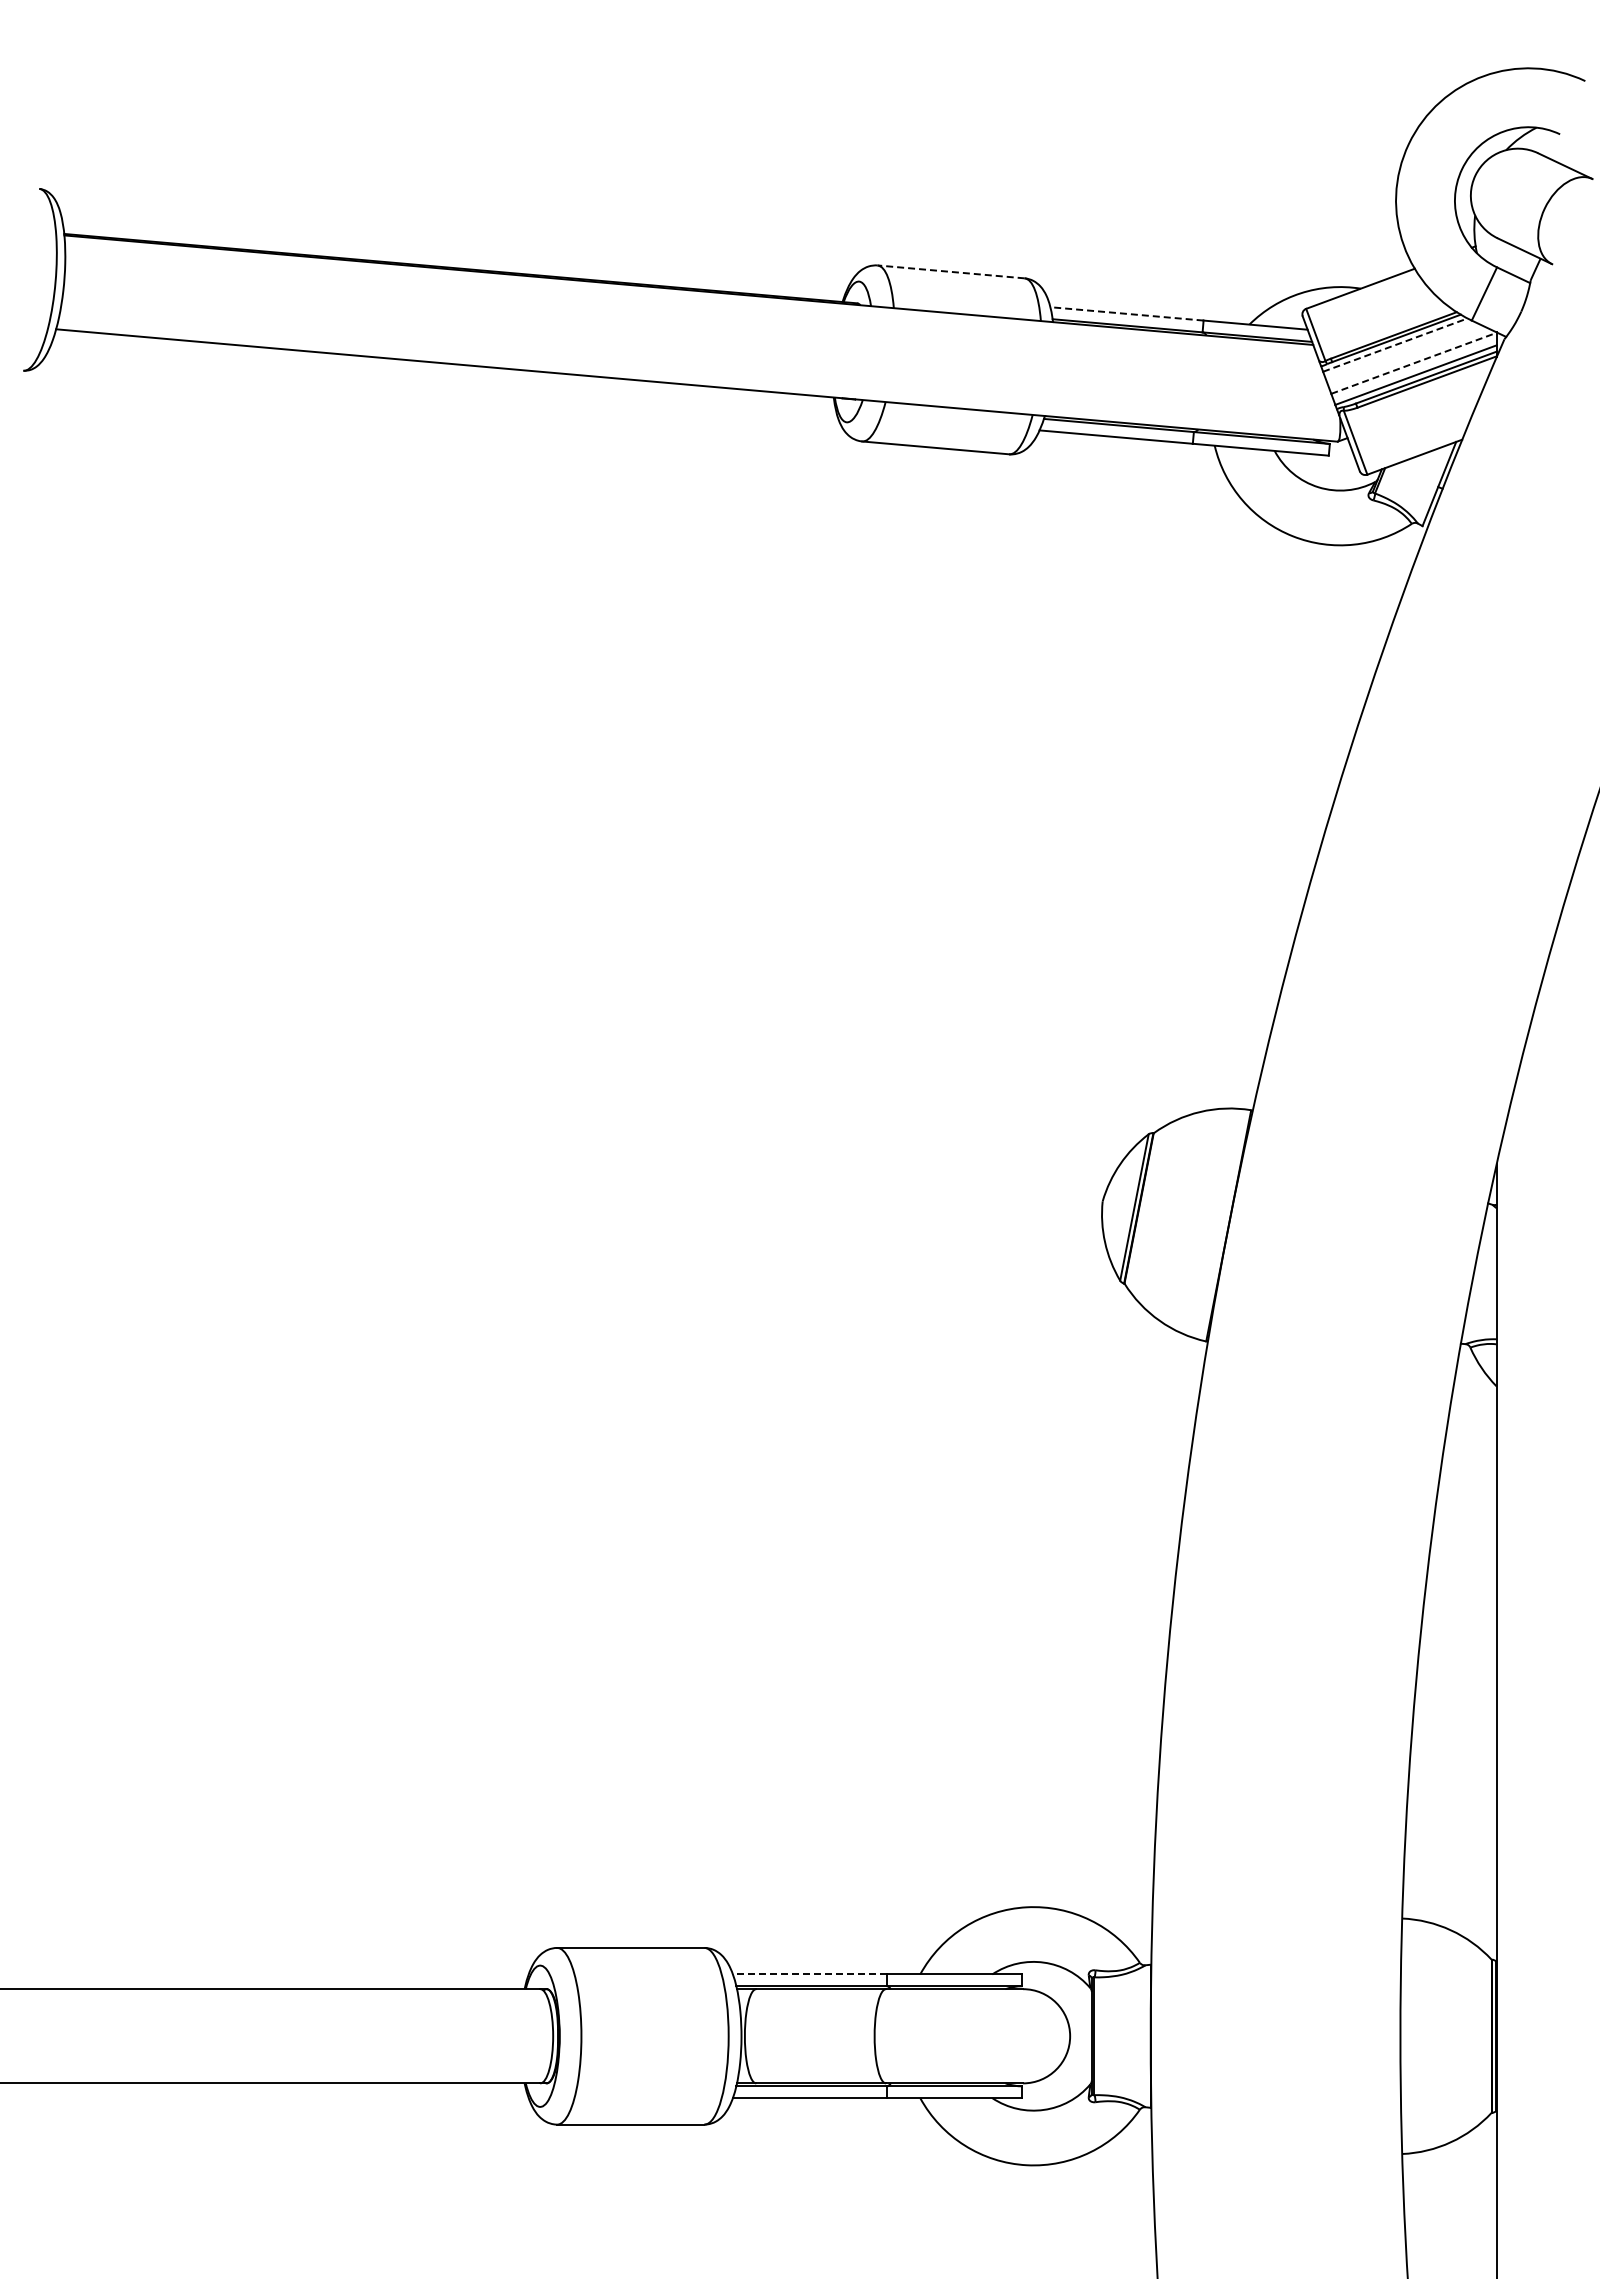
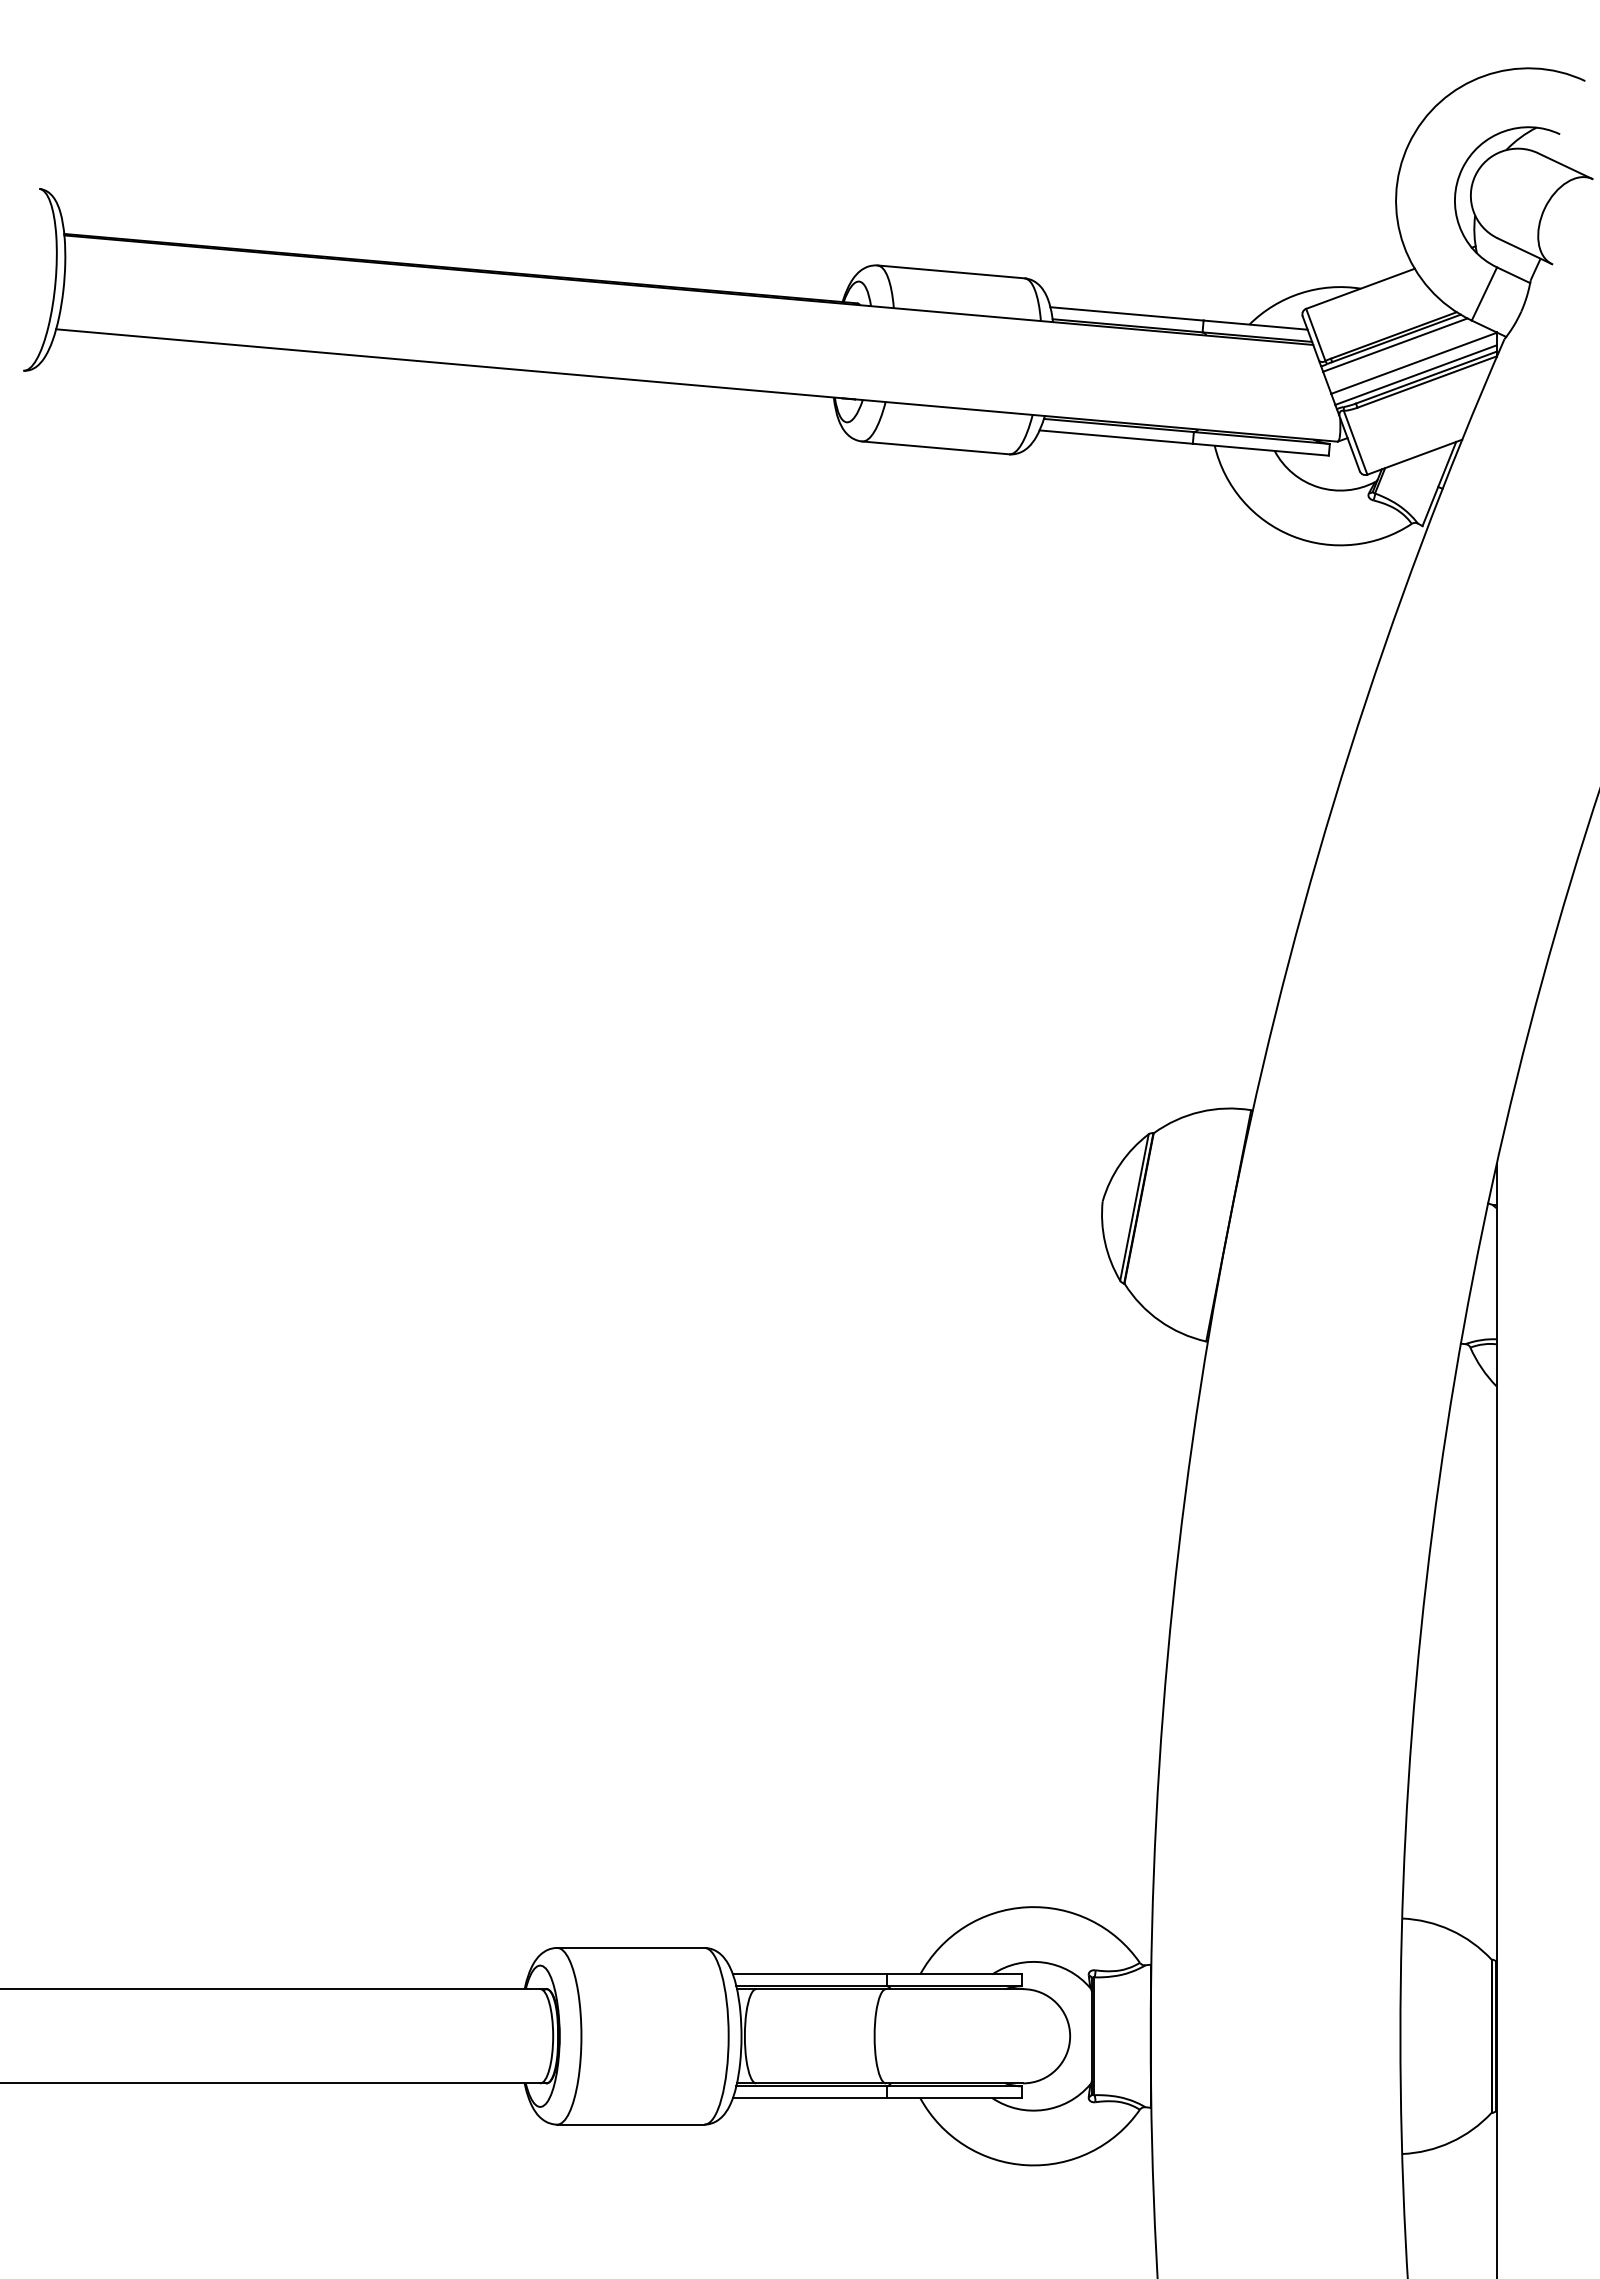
line at (951, 271): dashed -> solid
line at (1126, 313): dashed -> solid
line at (1395, 345): dashed -> solid
line at (1414, 363): dashed -> solid
line at (809, 1974): dashed -> solid
